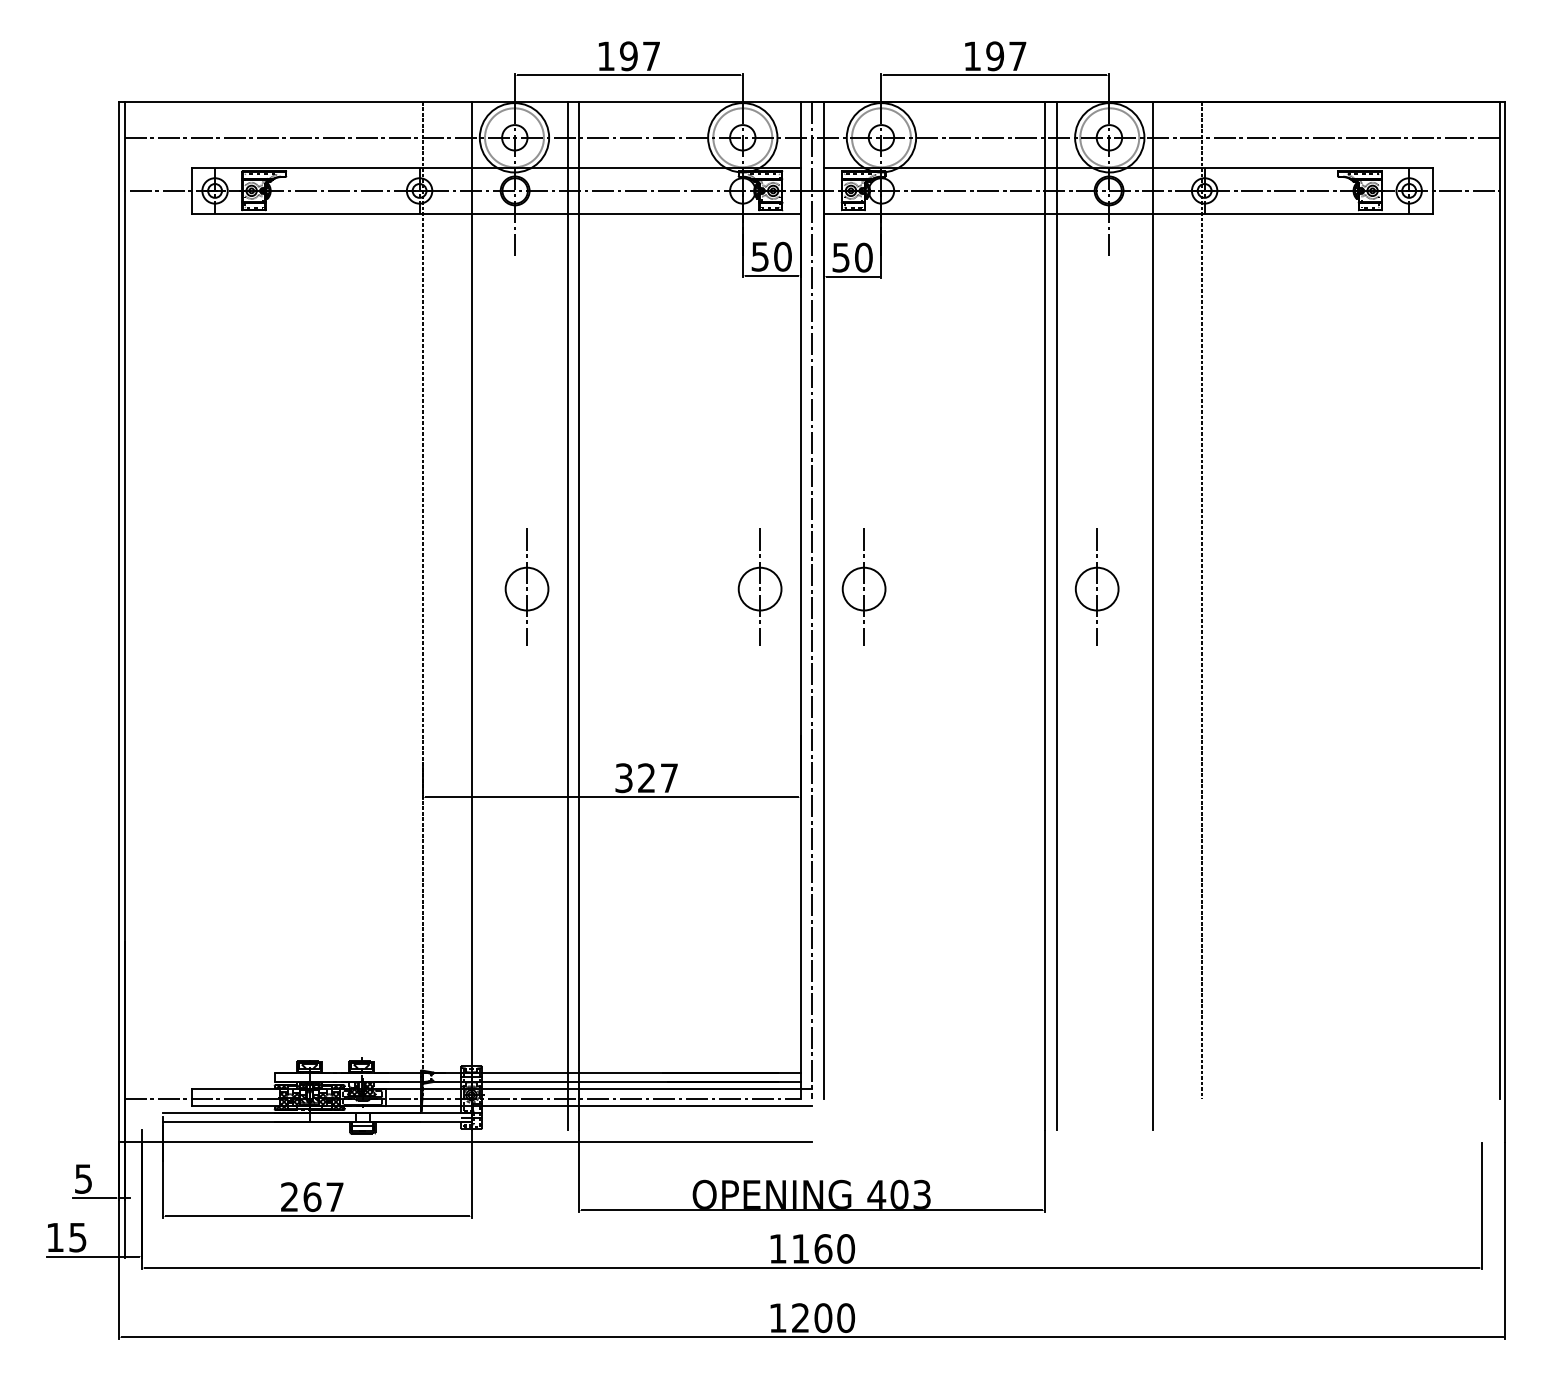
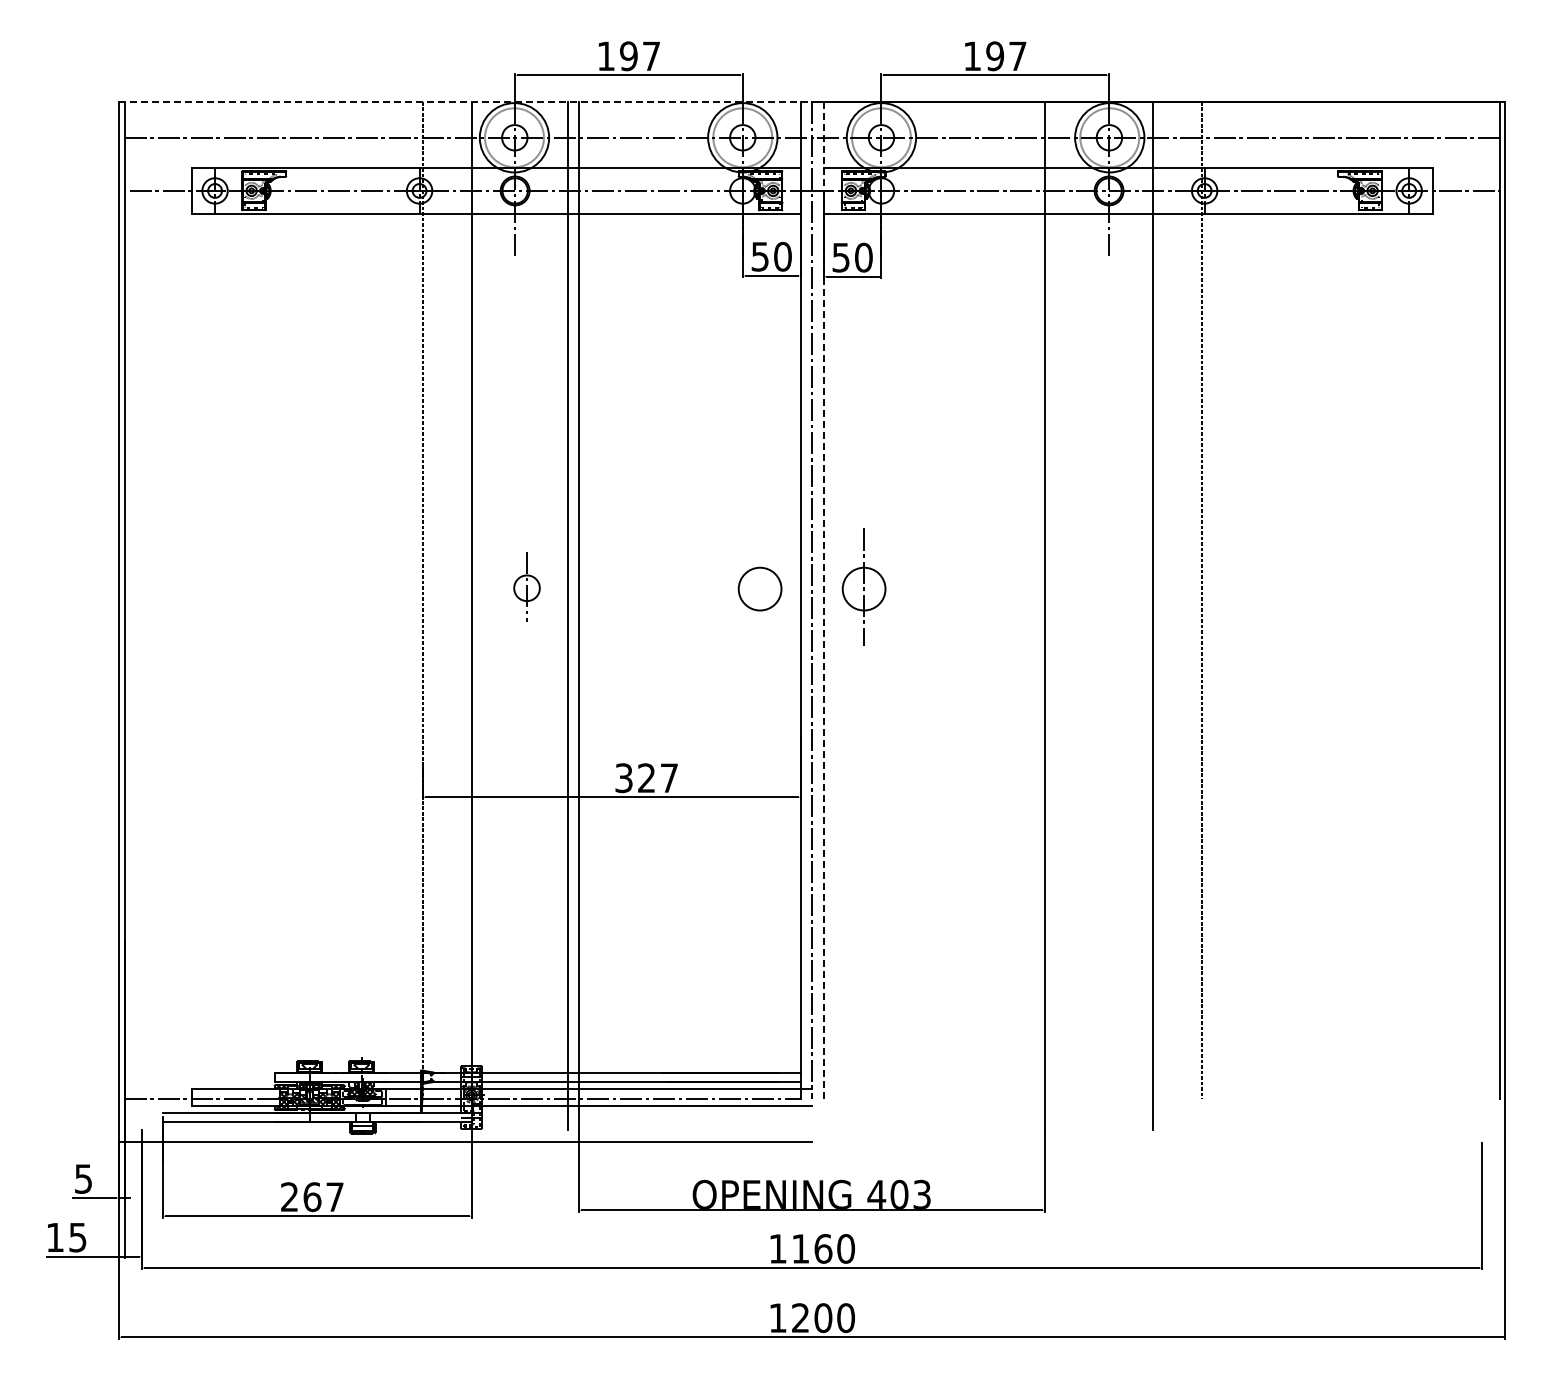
line at (465, 101): solid -> dashed
part at (526, 586) size: 46x118 px -> 28x70 px
part at (1096, 586): present -> none
line at (760, 587): present -> none
line at (823, 600): solid -> dashed
line at (1056, 615): present -> none
